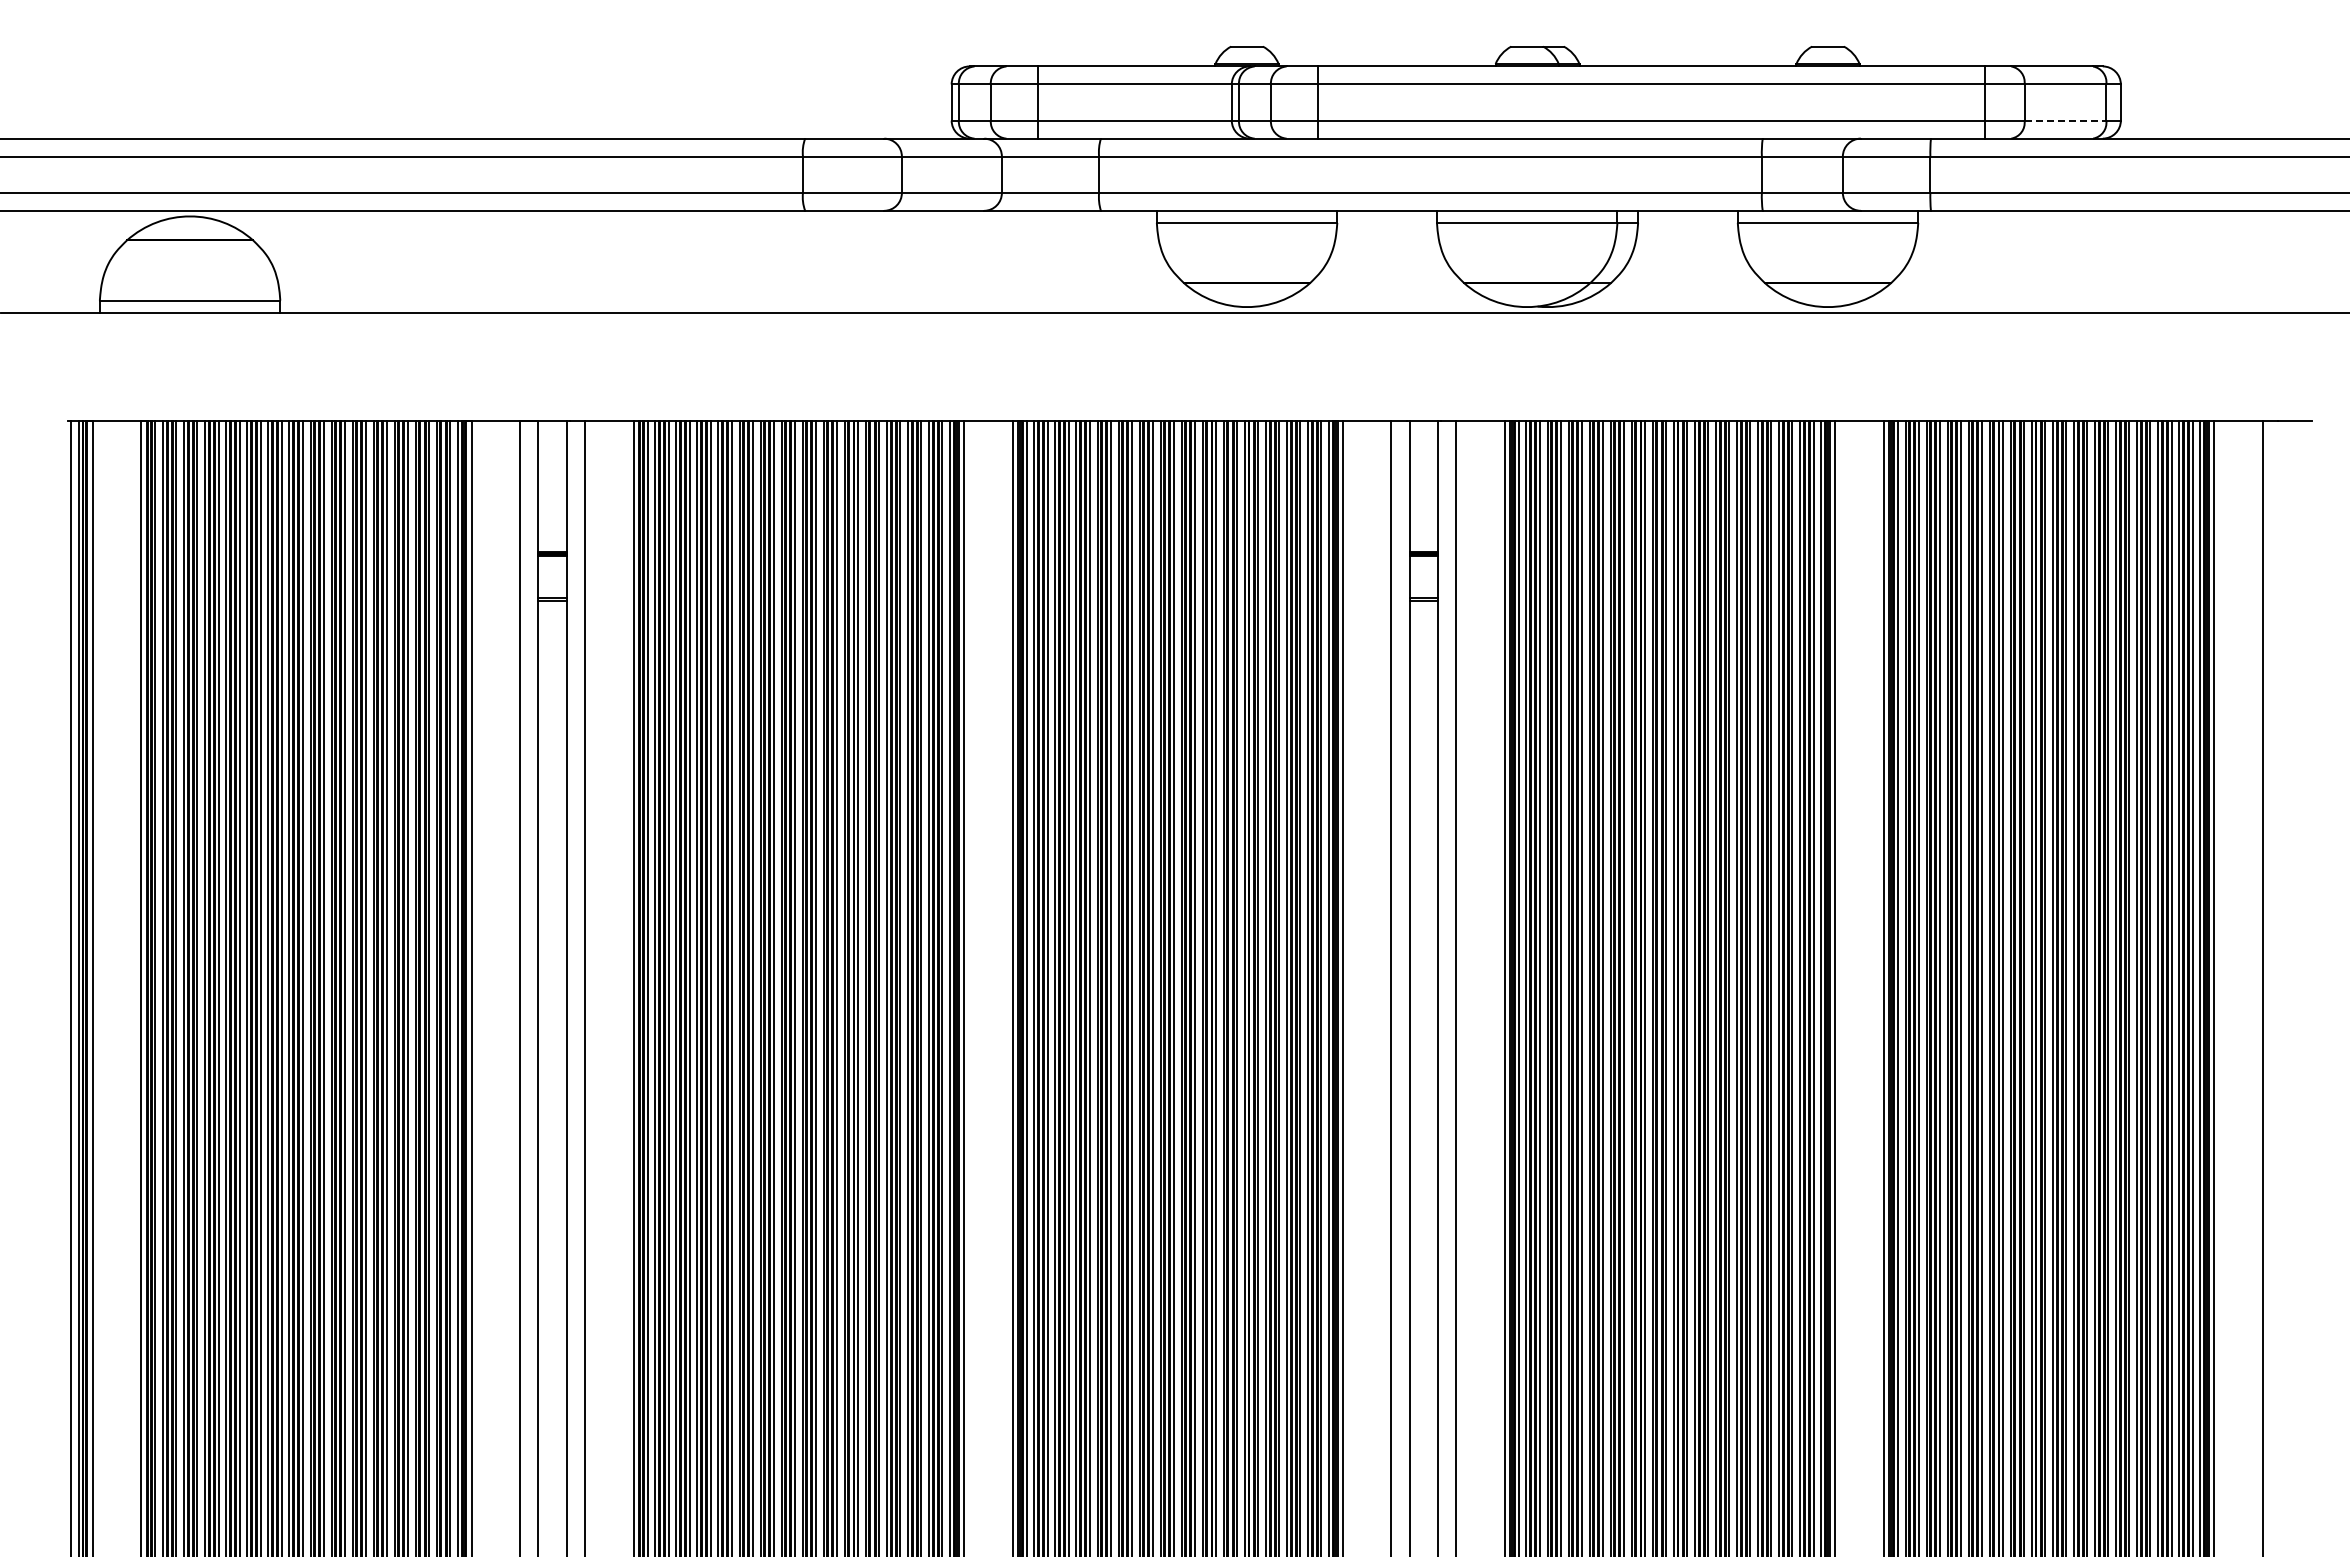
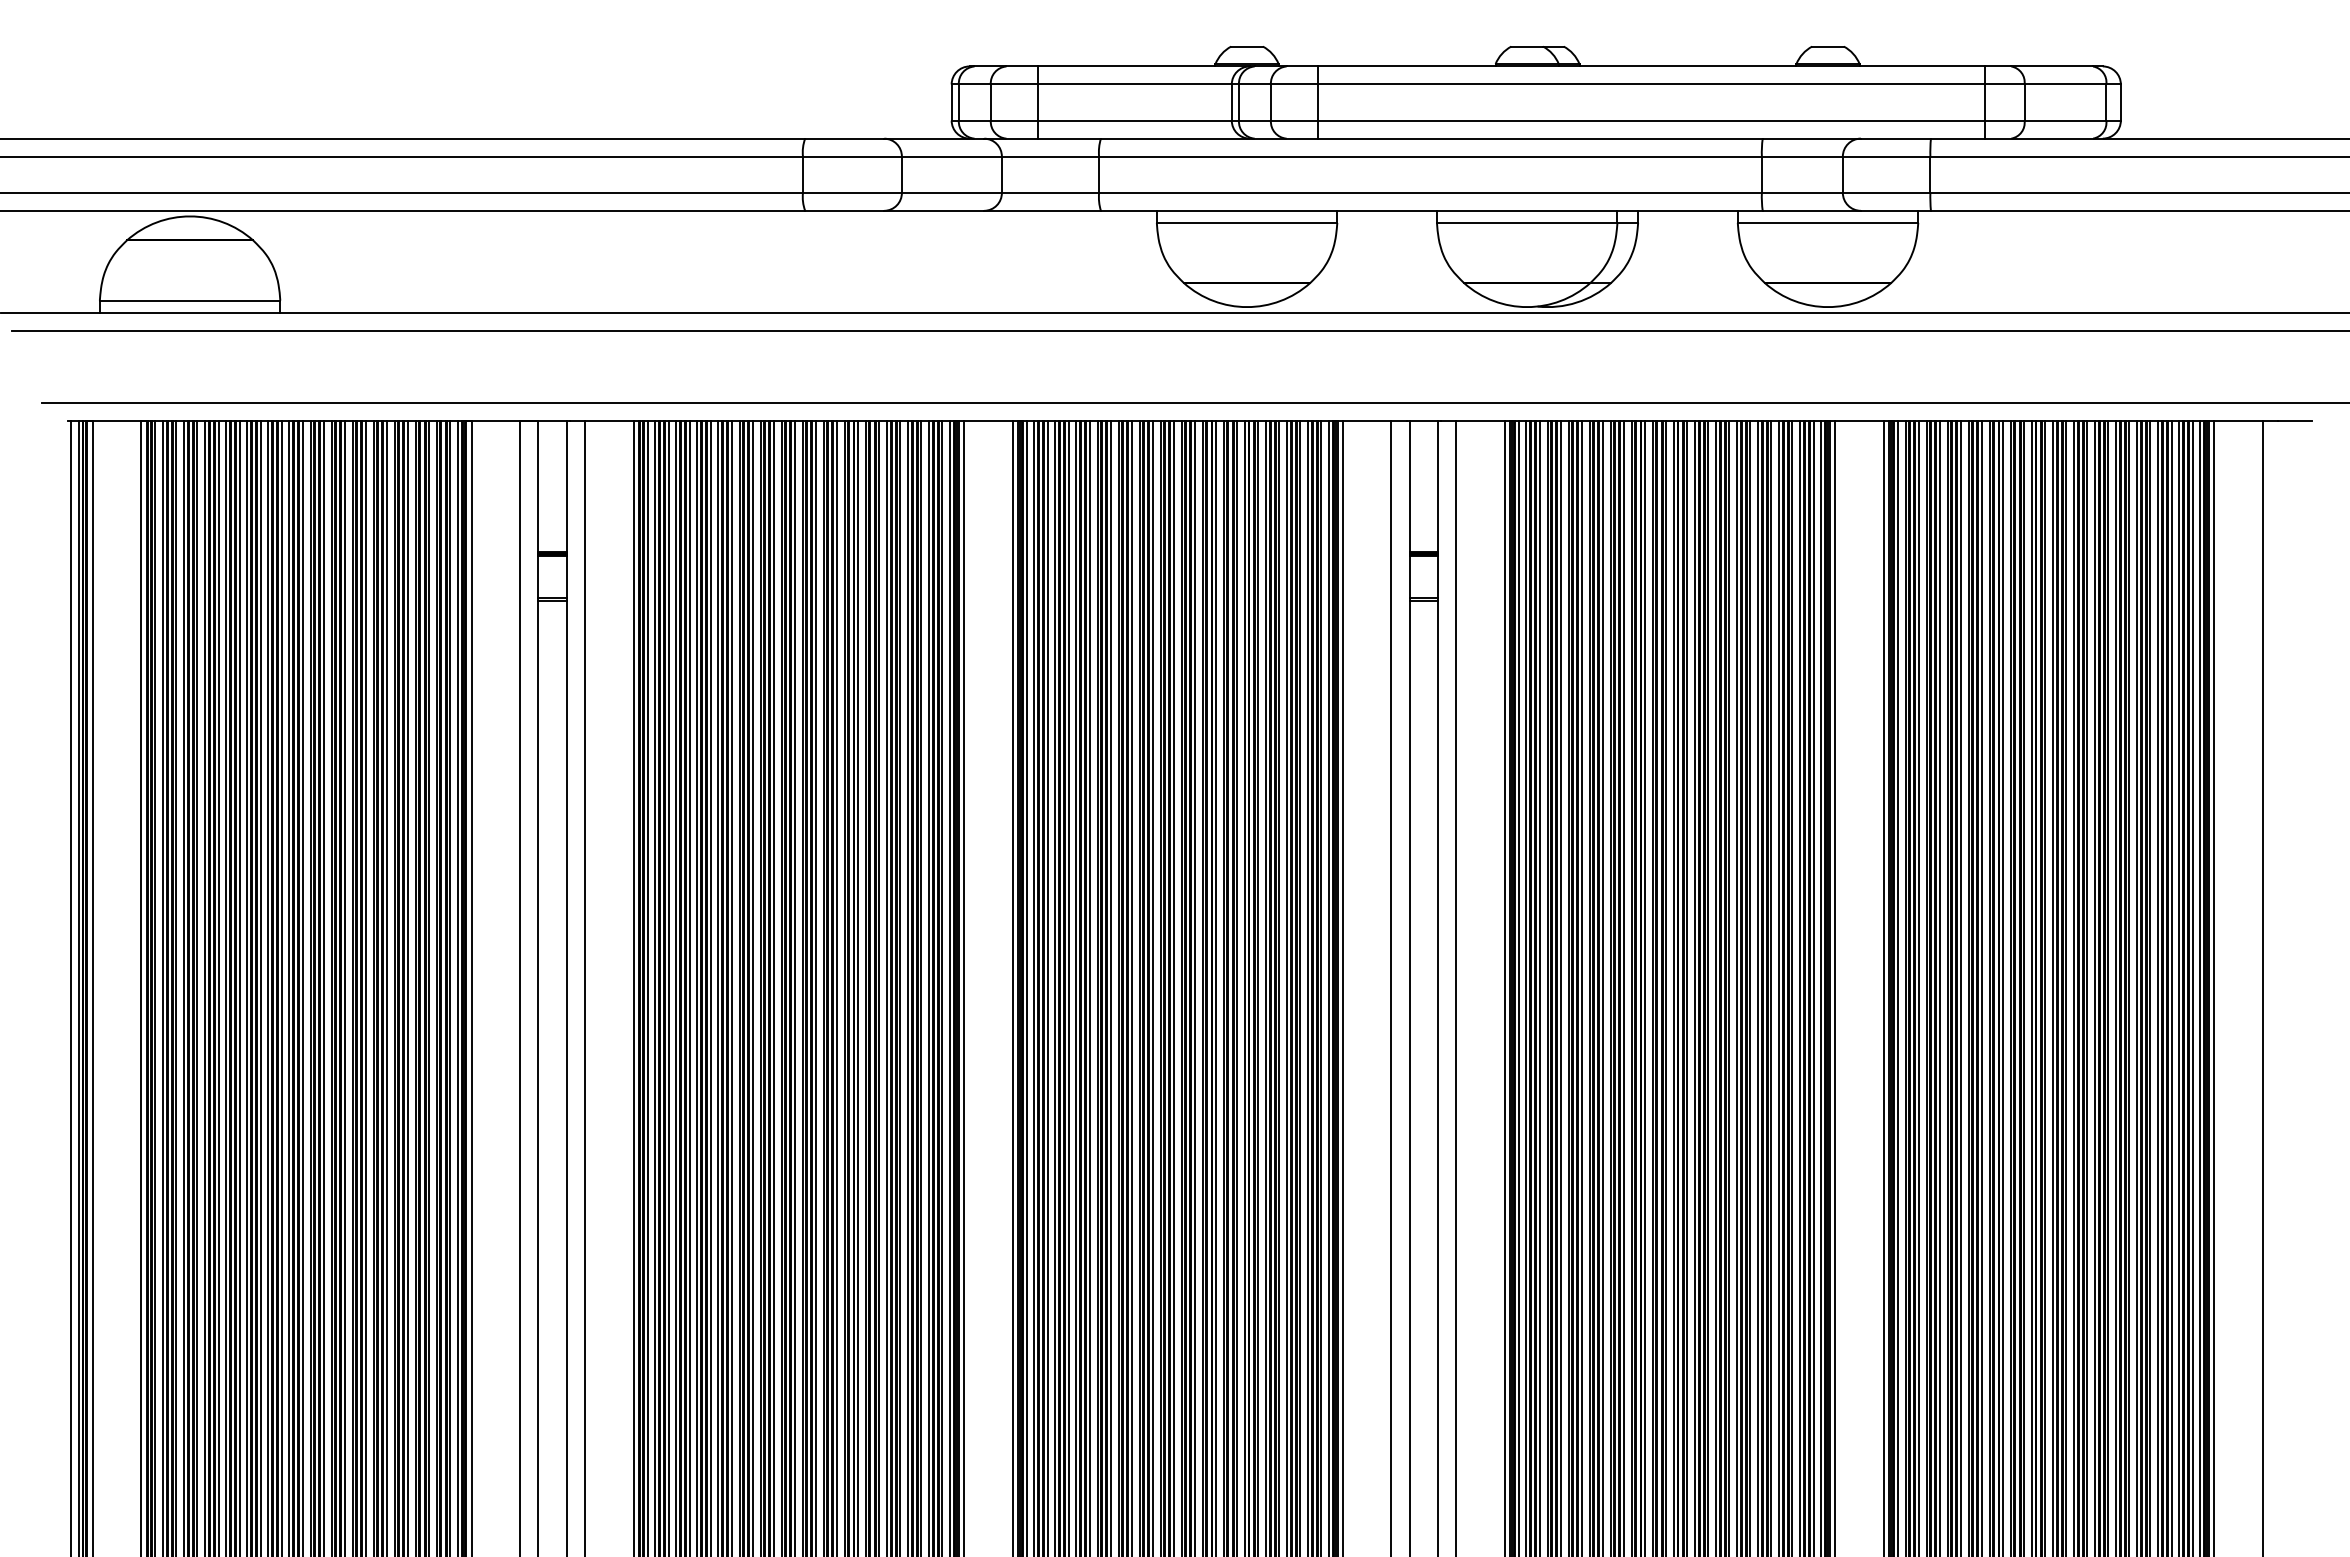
line at (2065, 120): dashed -> solid
line at (1179, 330): none -> present
line at (1193, 402): none -> present
